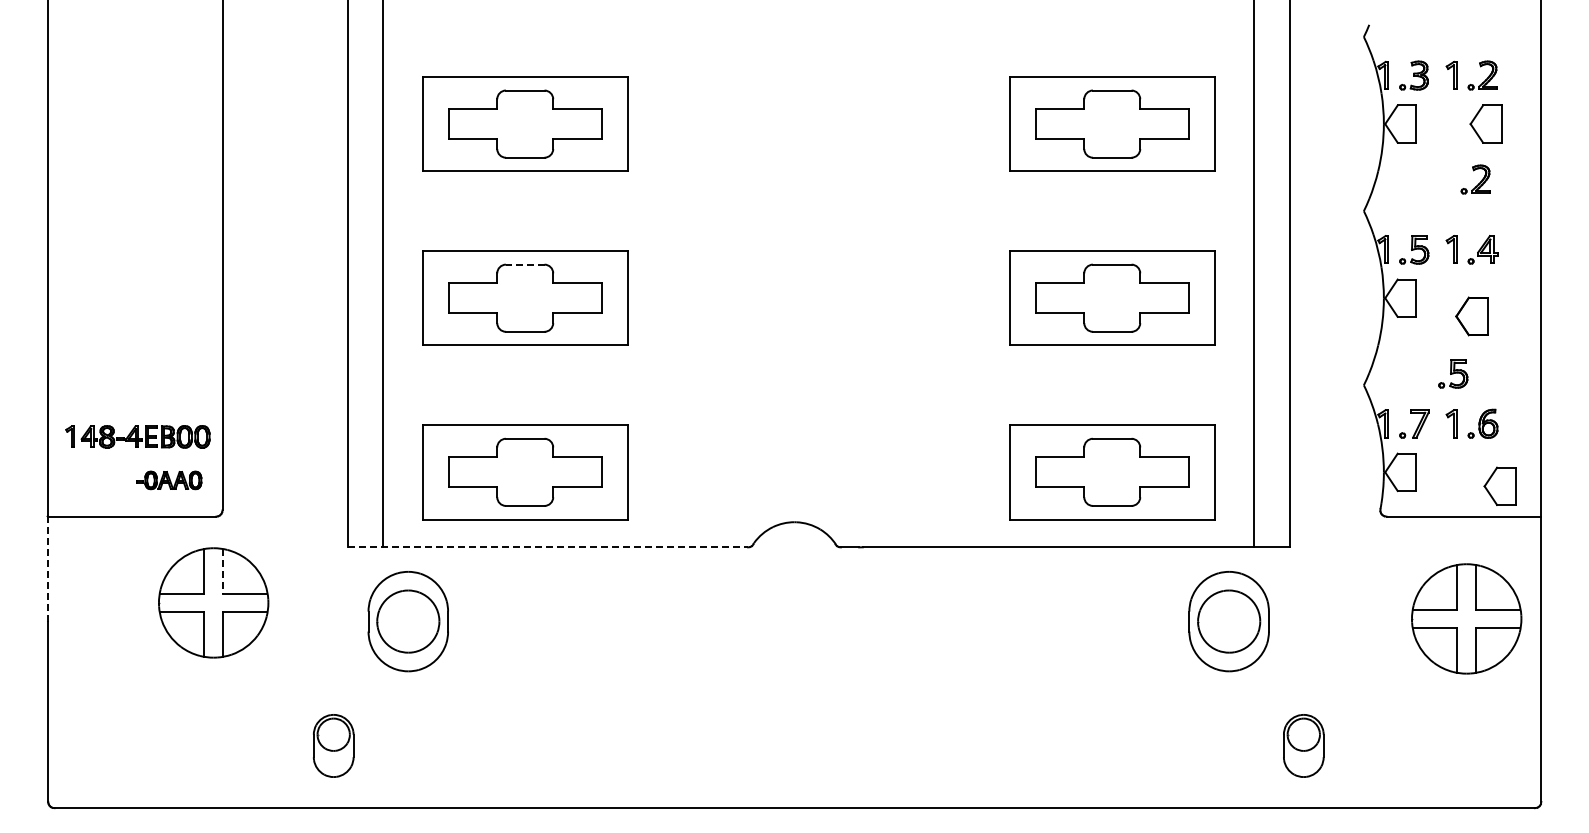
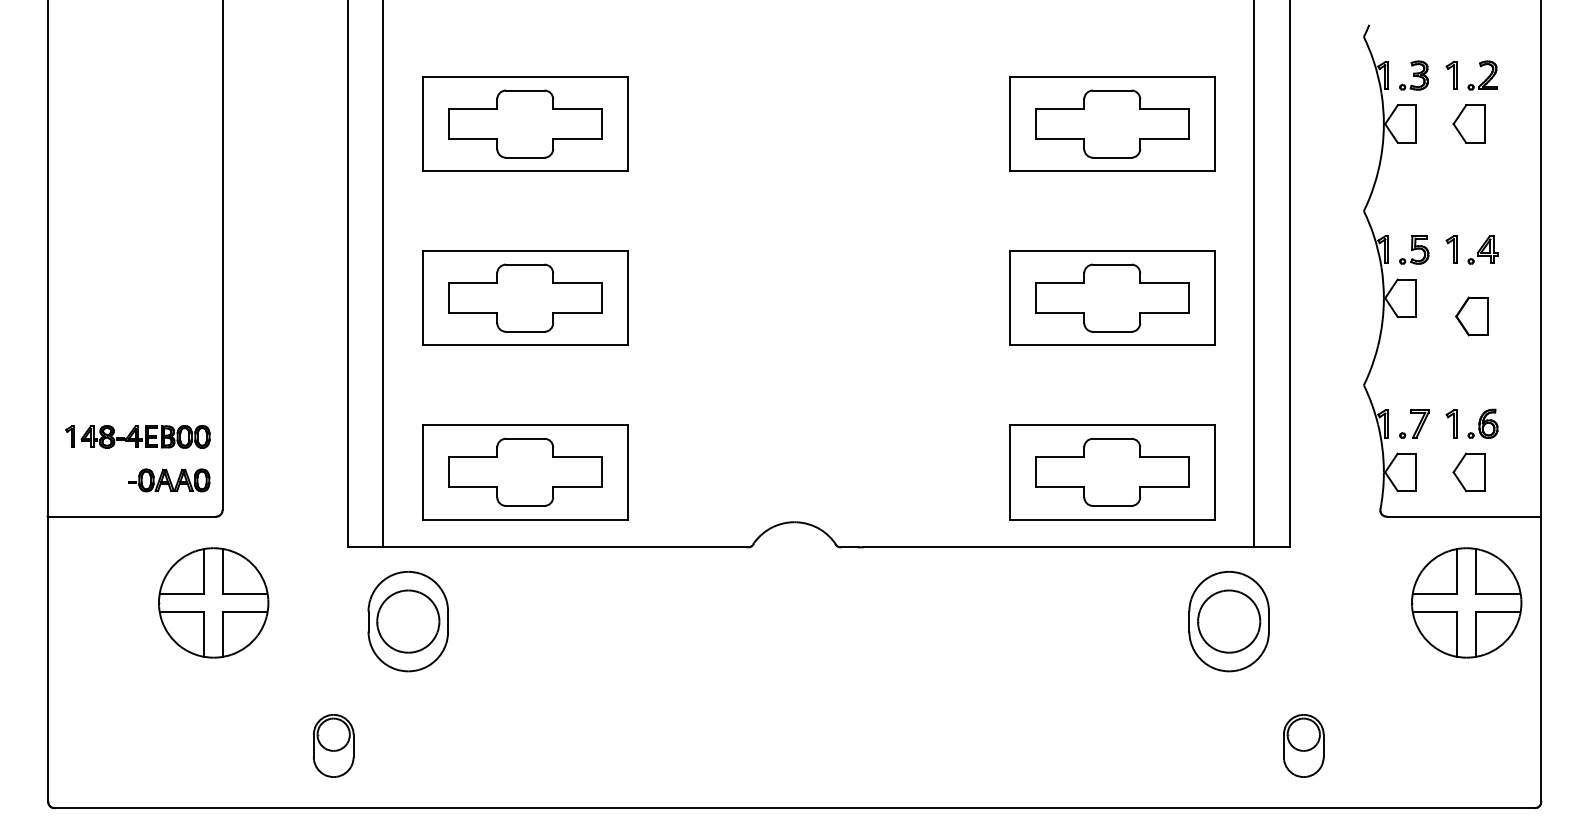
part at (1485, 123) position: (1485, 123) -> (1468, 123)
part at (1475, 179): present -> none
line at (524, 264): dashed -> solid
part at (1453, 373): present -> none
part at (169, 480) size: 67x21 px -> 83x25 px
part at (1499, 485) position: (1499, 485) -> (1468, 471)
line at (548, 547): dashed -> solid
line at (48, 569): dashed -> solid
line at (223, 571): dashed -> solid
part at (1466, 618) position: (1466, 618) -> (1466, 602)
